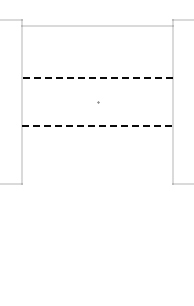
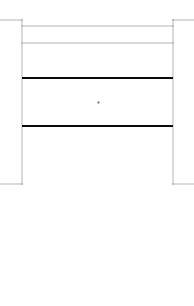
line at (97, 43): none -> present
line at (97, 78): dashed -> solid
line at (98, 125): dashed -> solid
